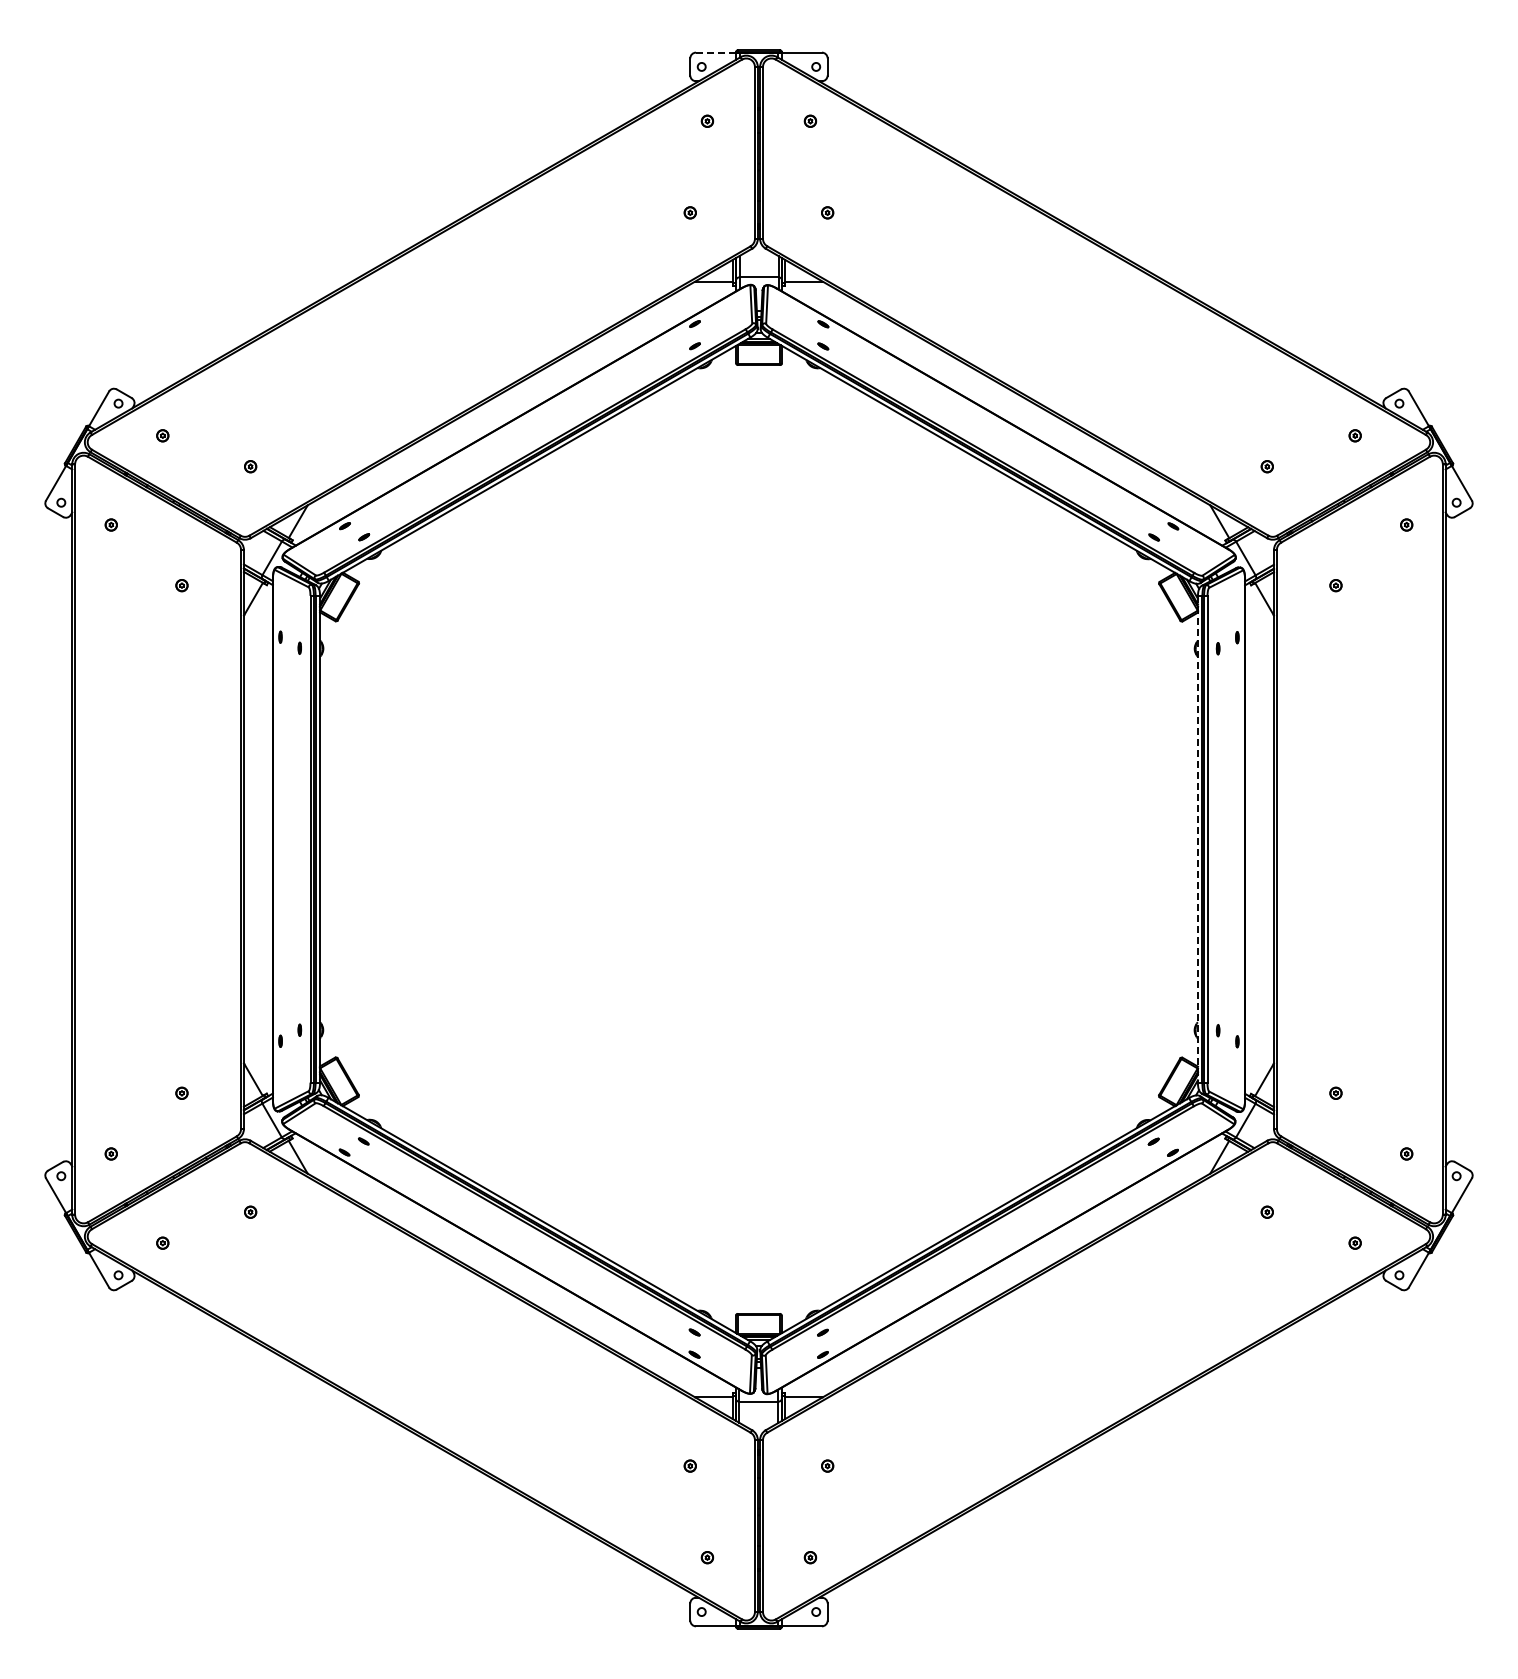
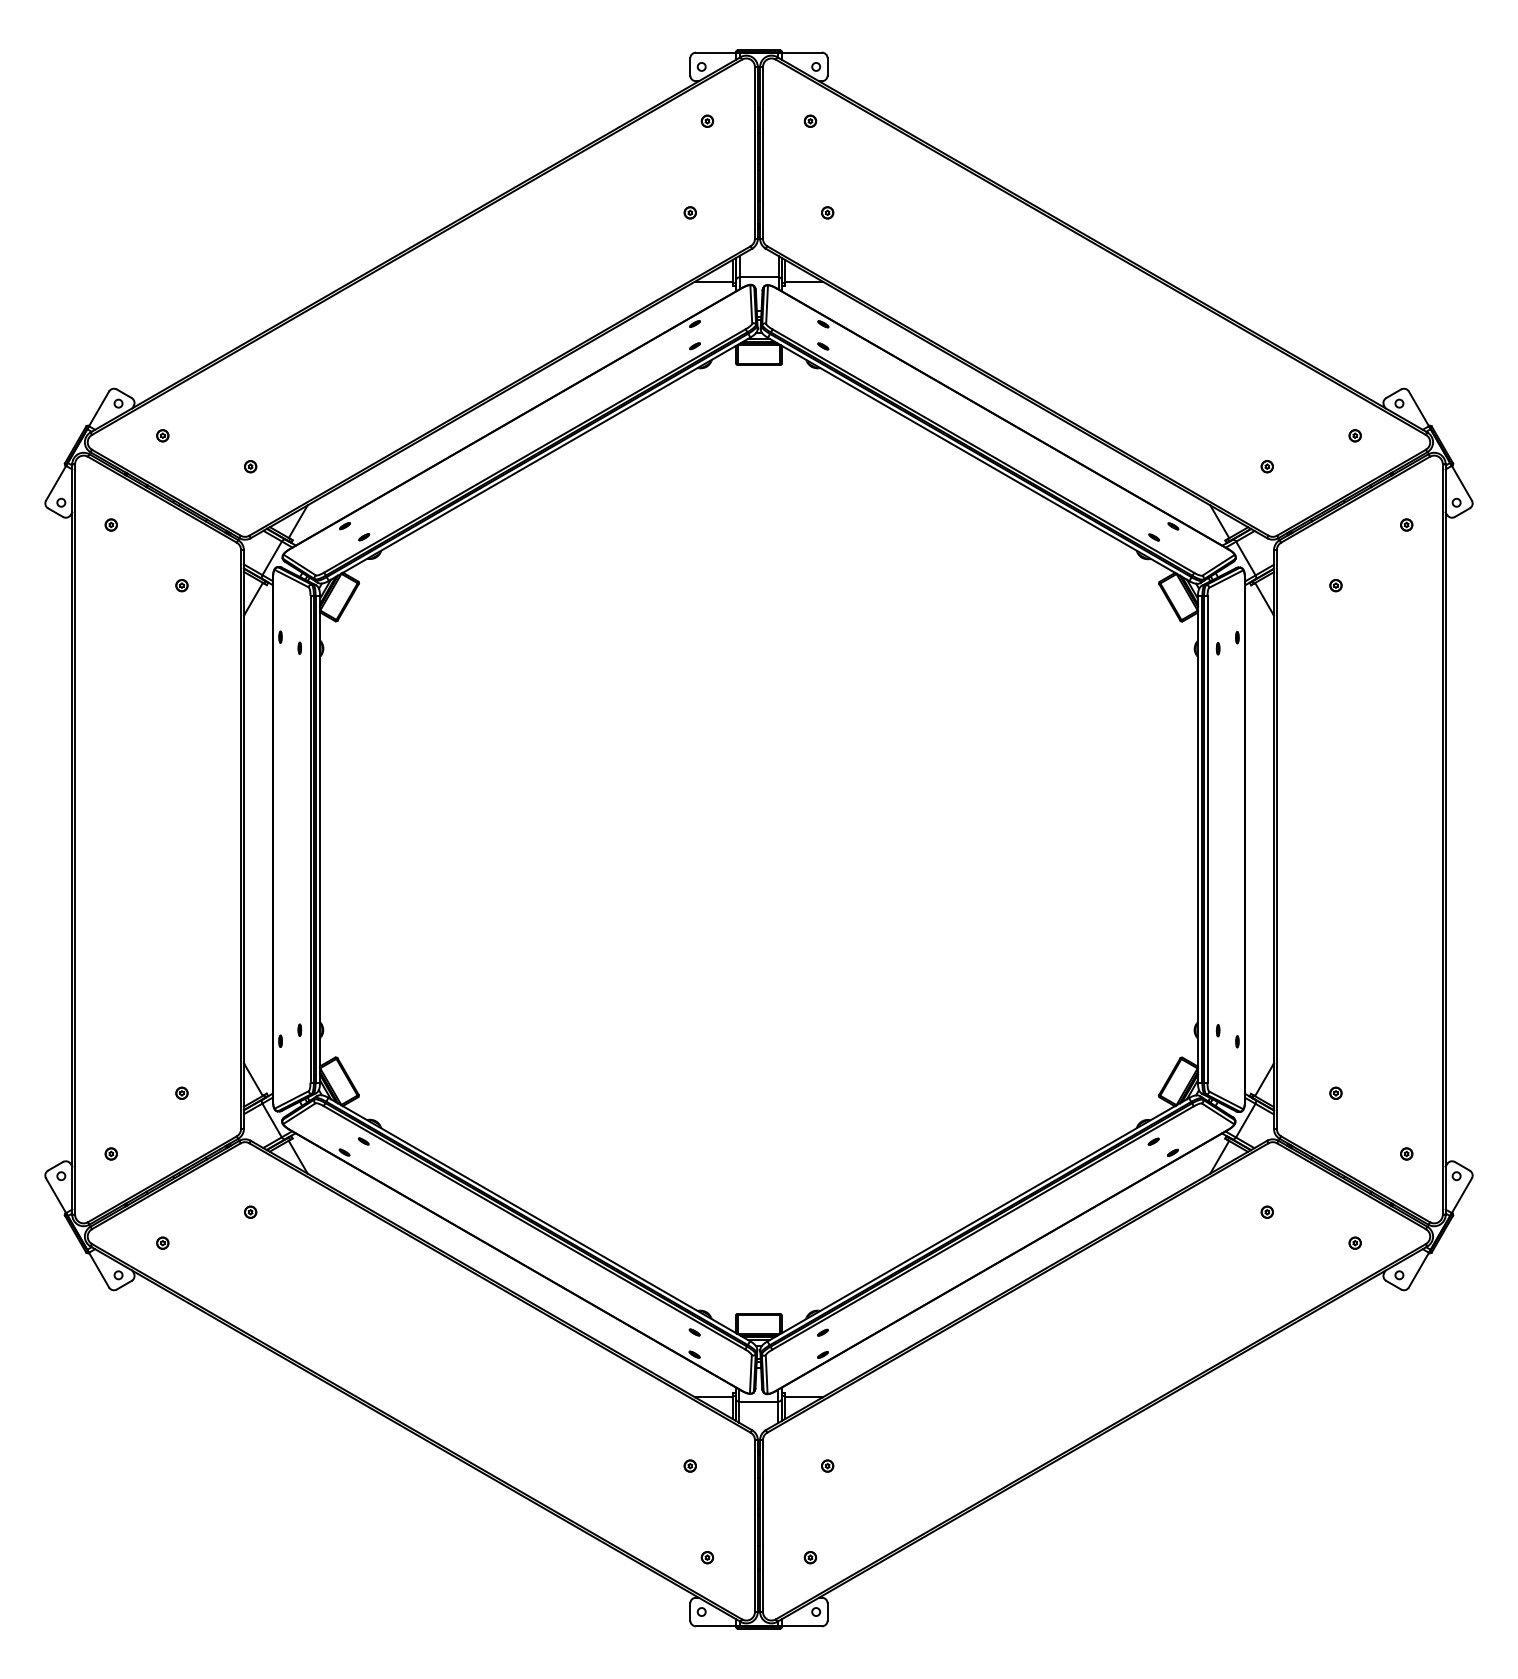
line at (715, 52): dashed -> solid
line at (1197, 840): dashed -> solid
